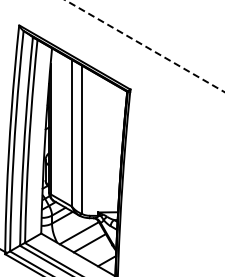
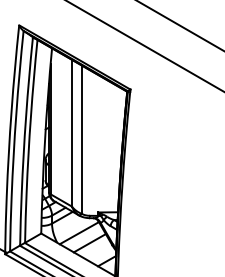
line at (180, 25): none -> present
line at (145, 46): dashed -> solid
